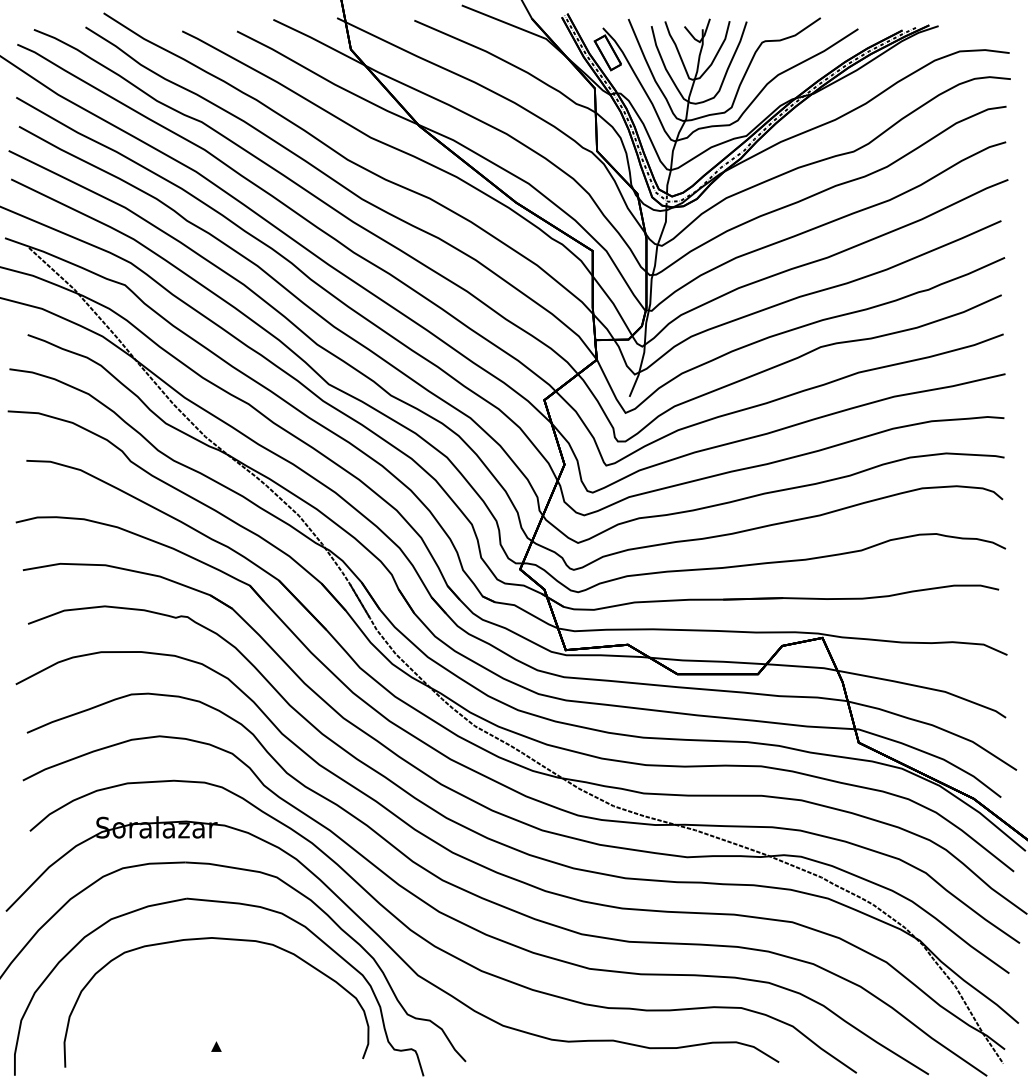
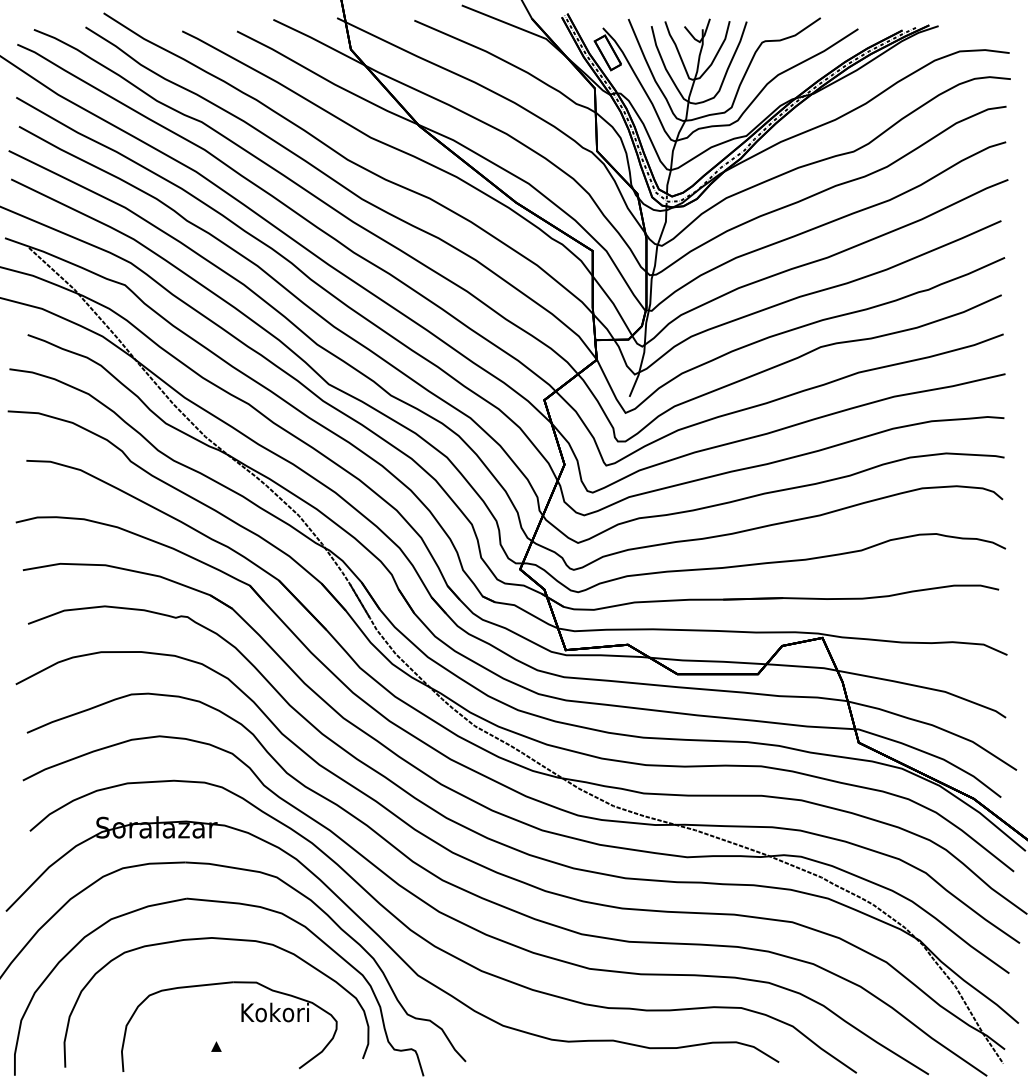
part at (241, 1021): none -> present
